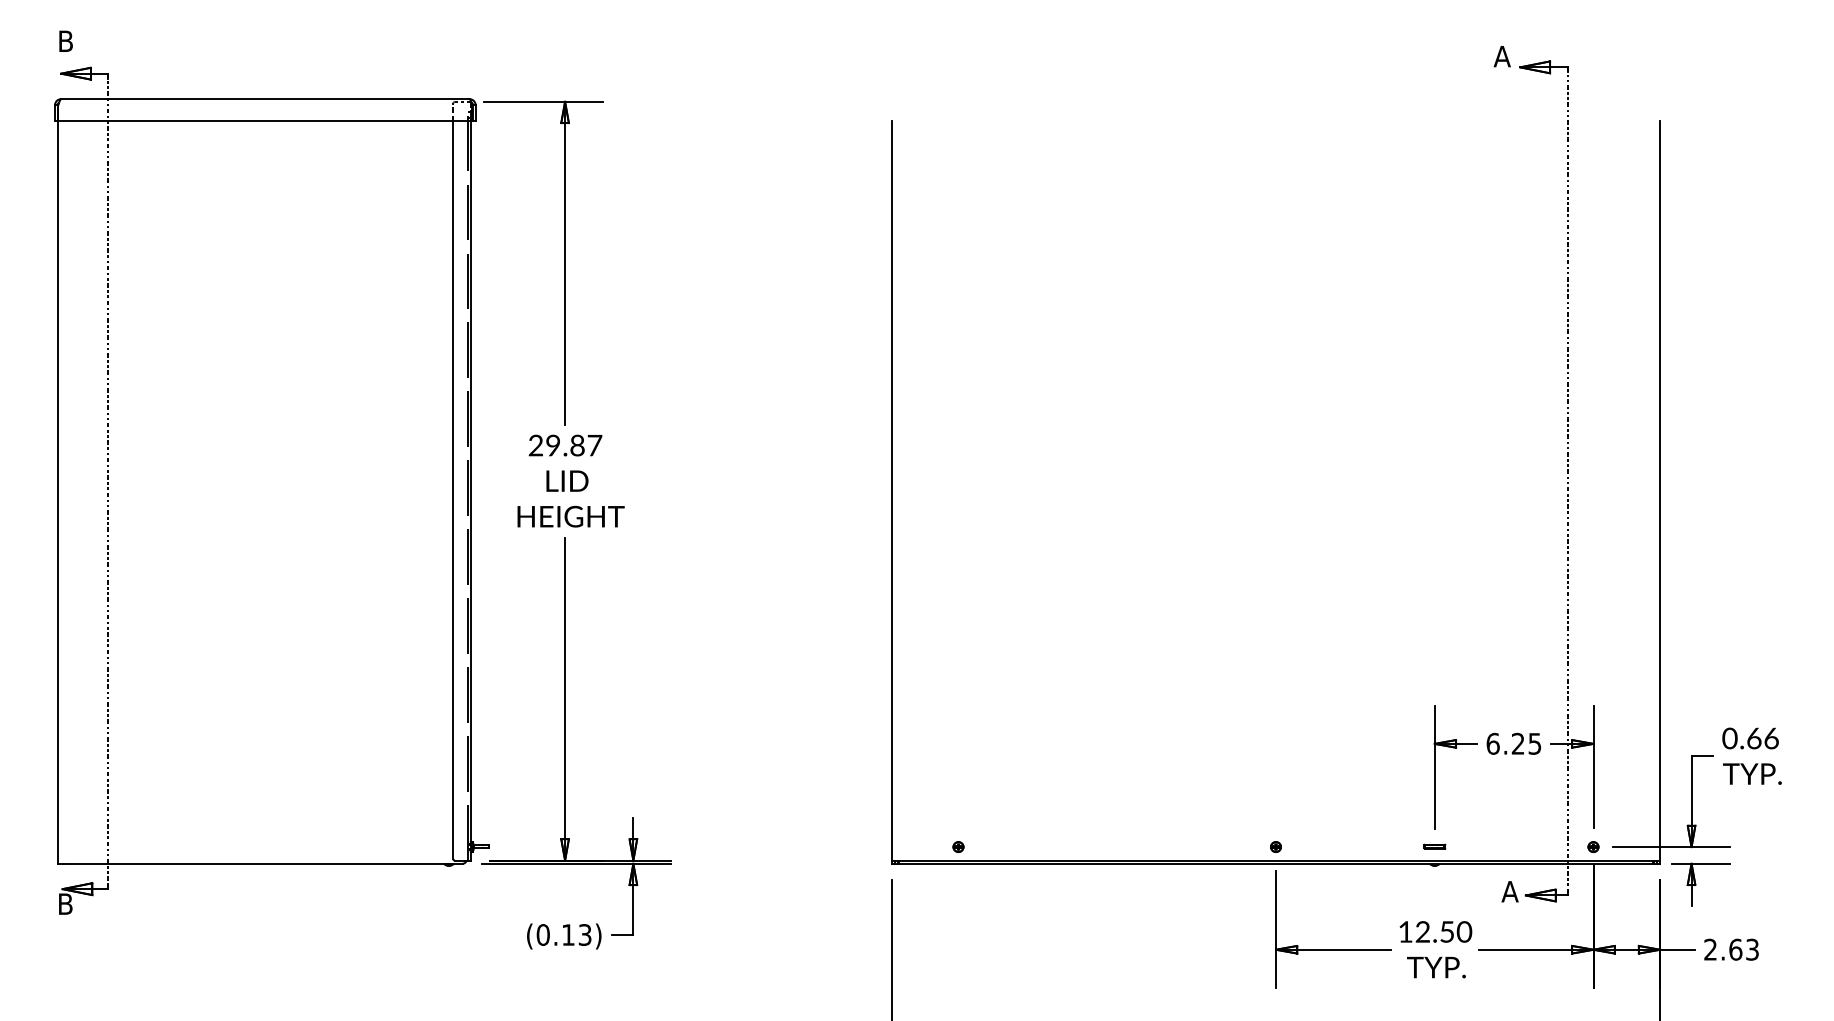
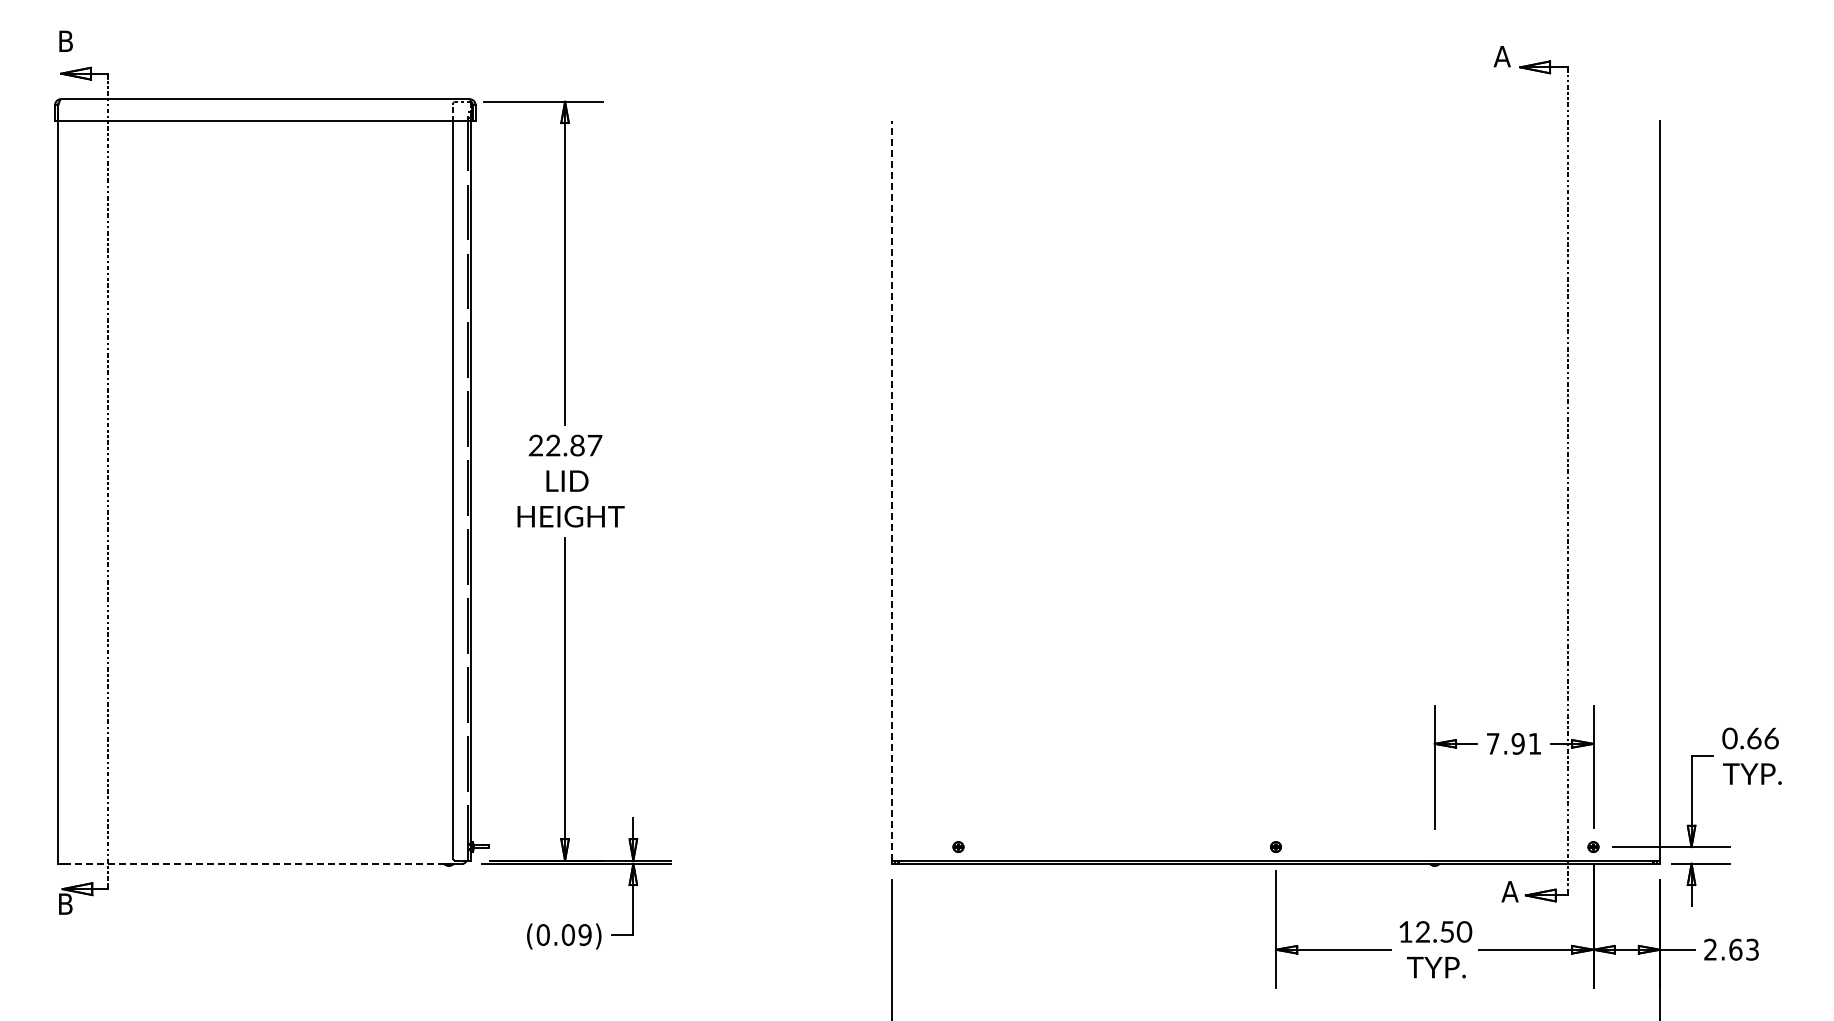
text at (553, 445): 29.87 -> 22.87
line at (891, 490): solid -> dashed
text at (1513, 743): 6.25 -> 7.91
part at (1434, 846): present -> none
line at (254, 863): solid -> dashed
text at (576, 934): (0.13) -> (0.09)
